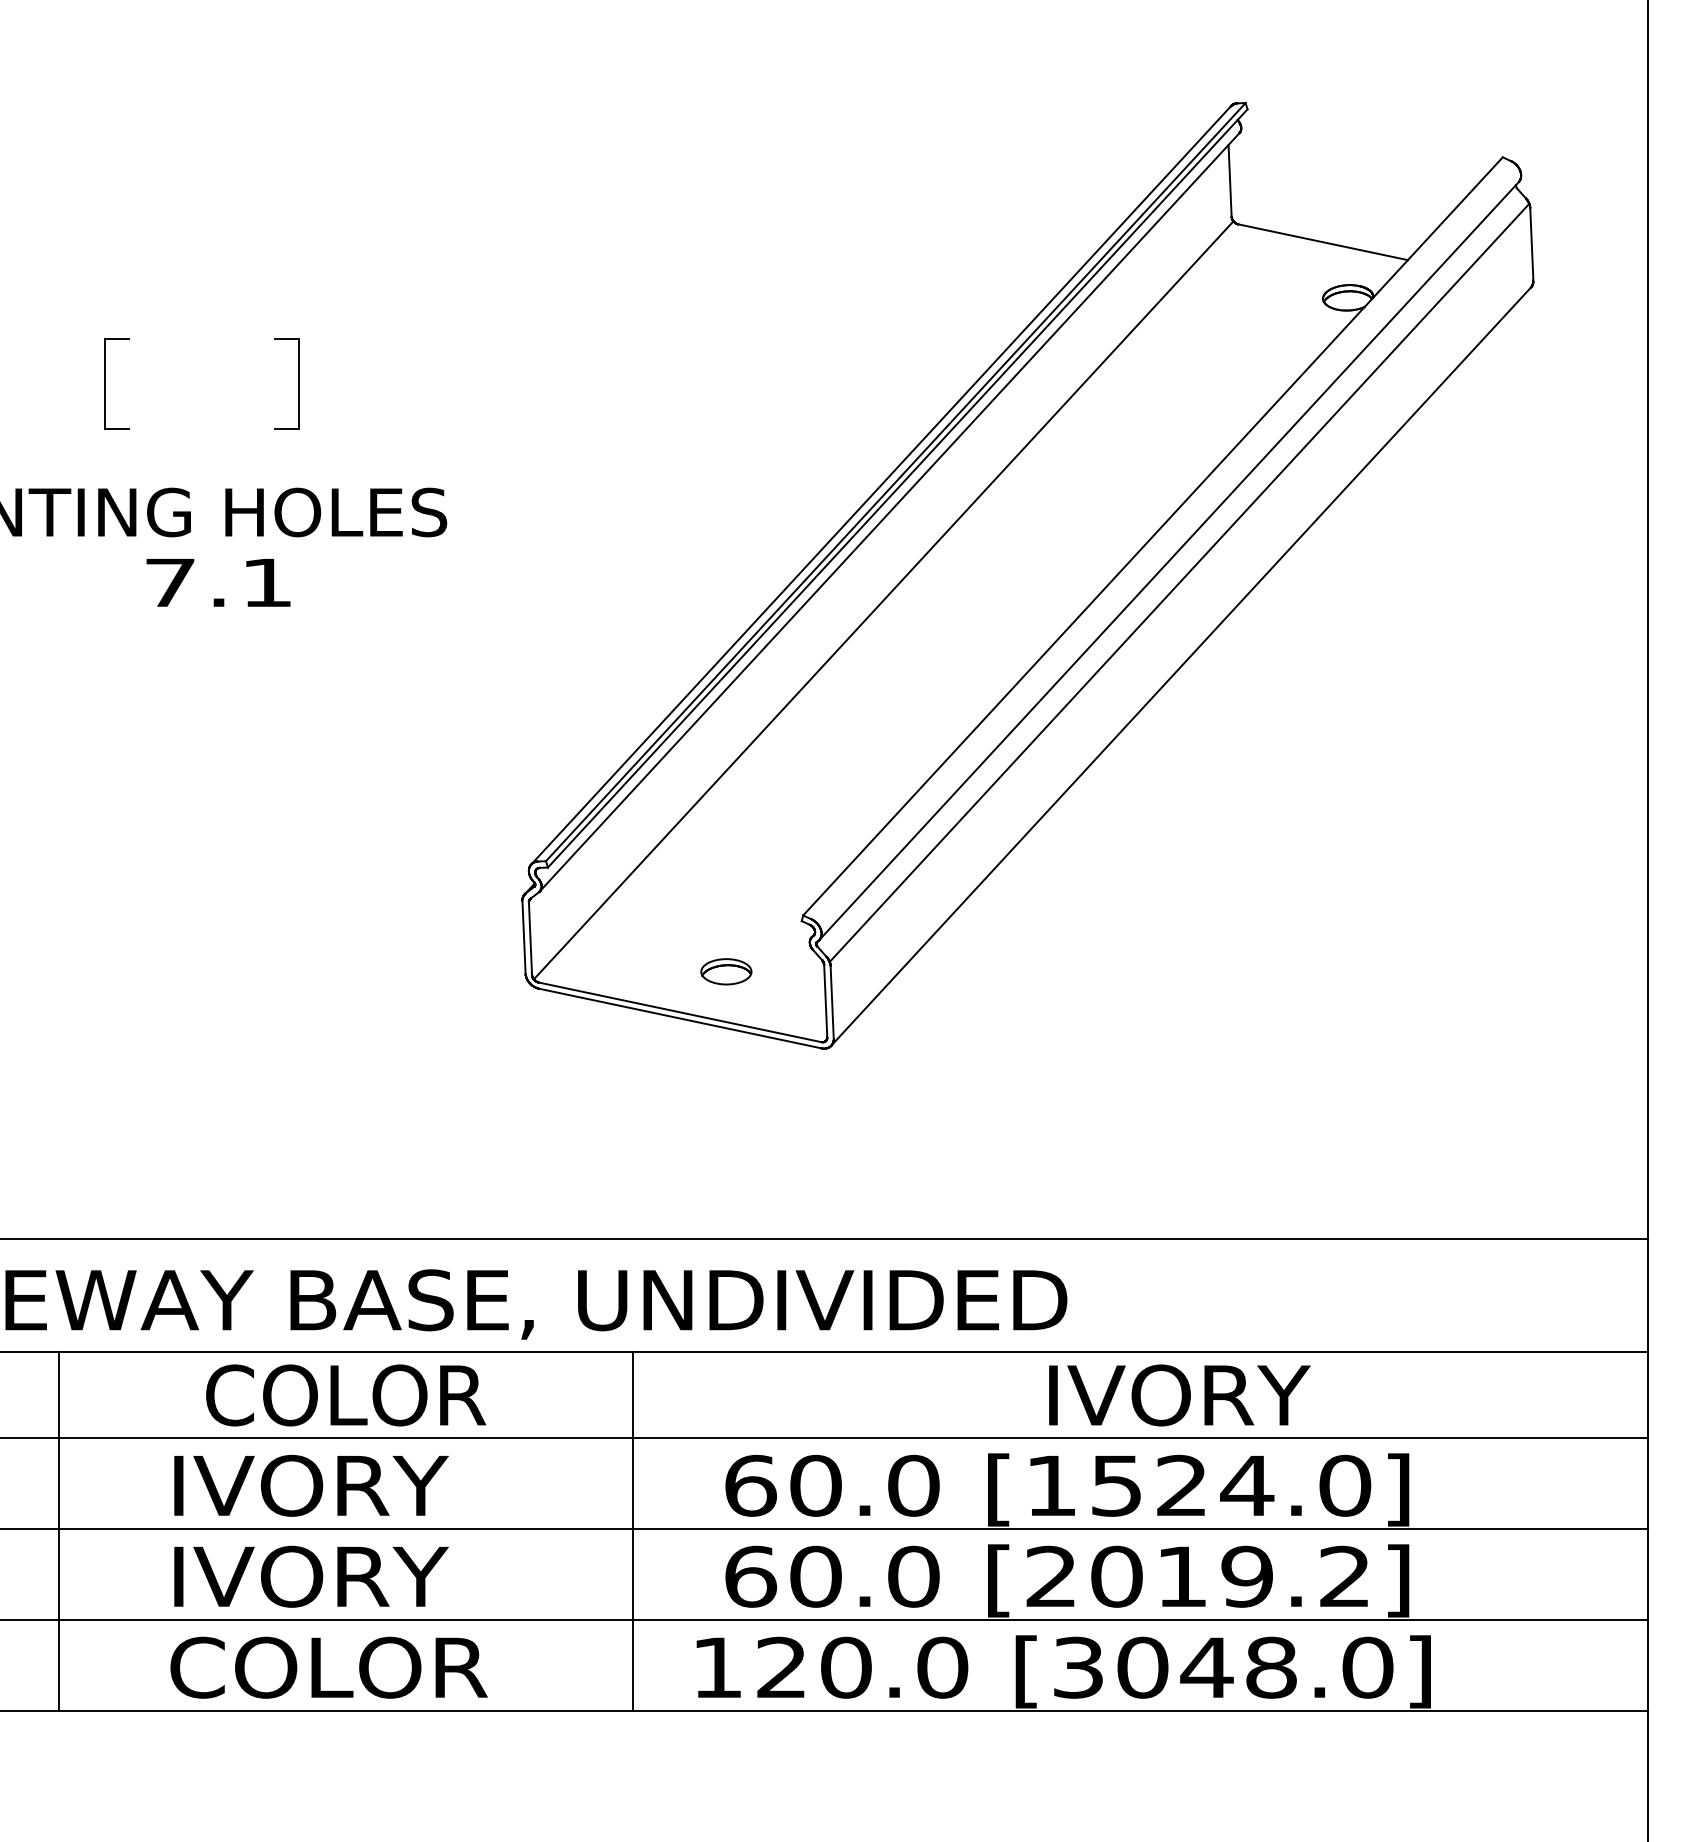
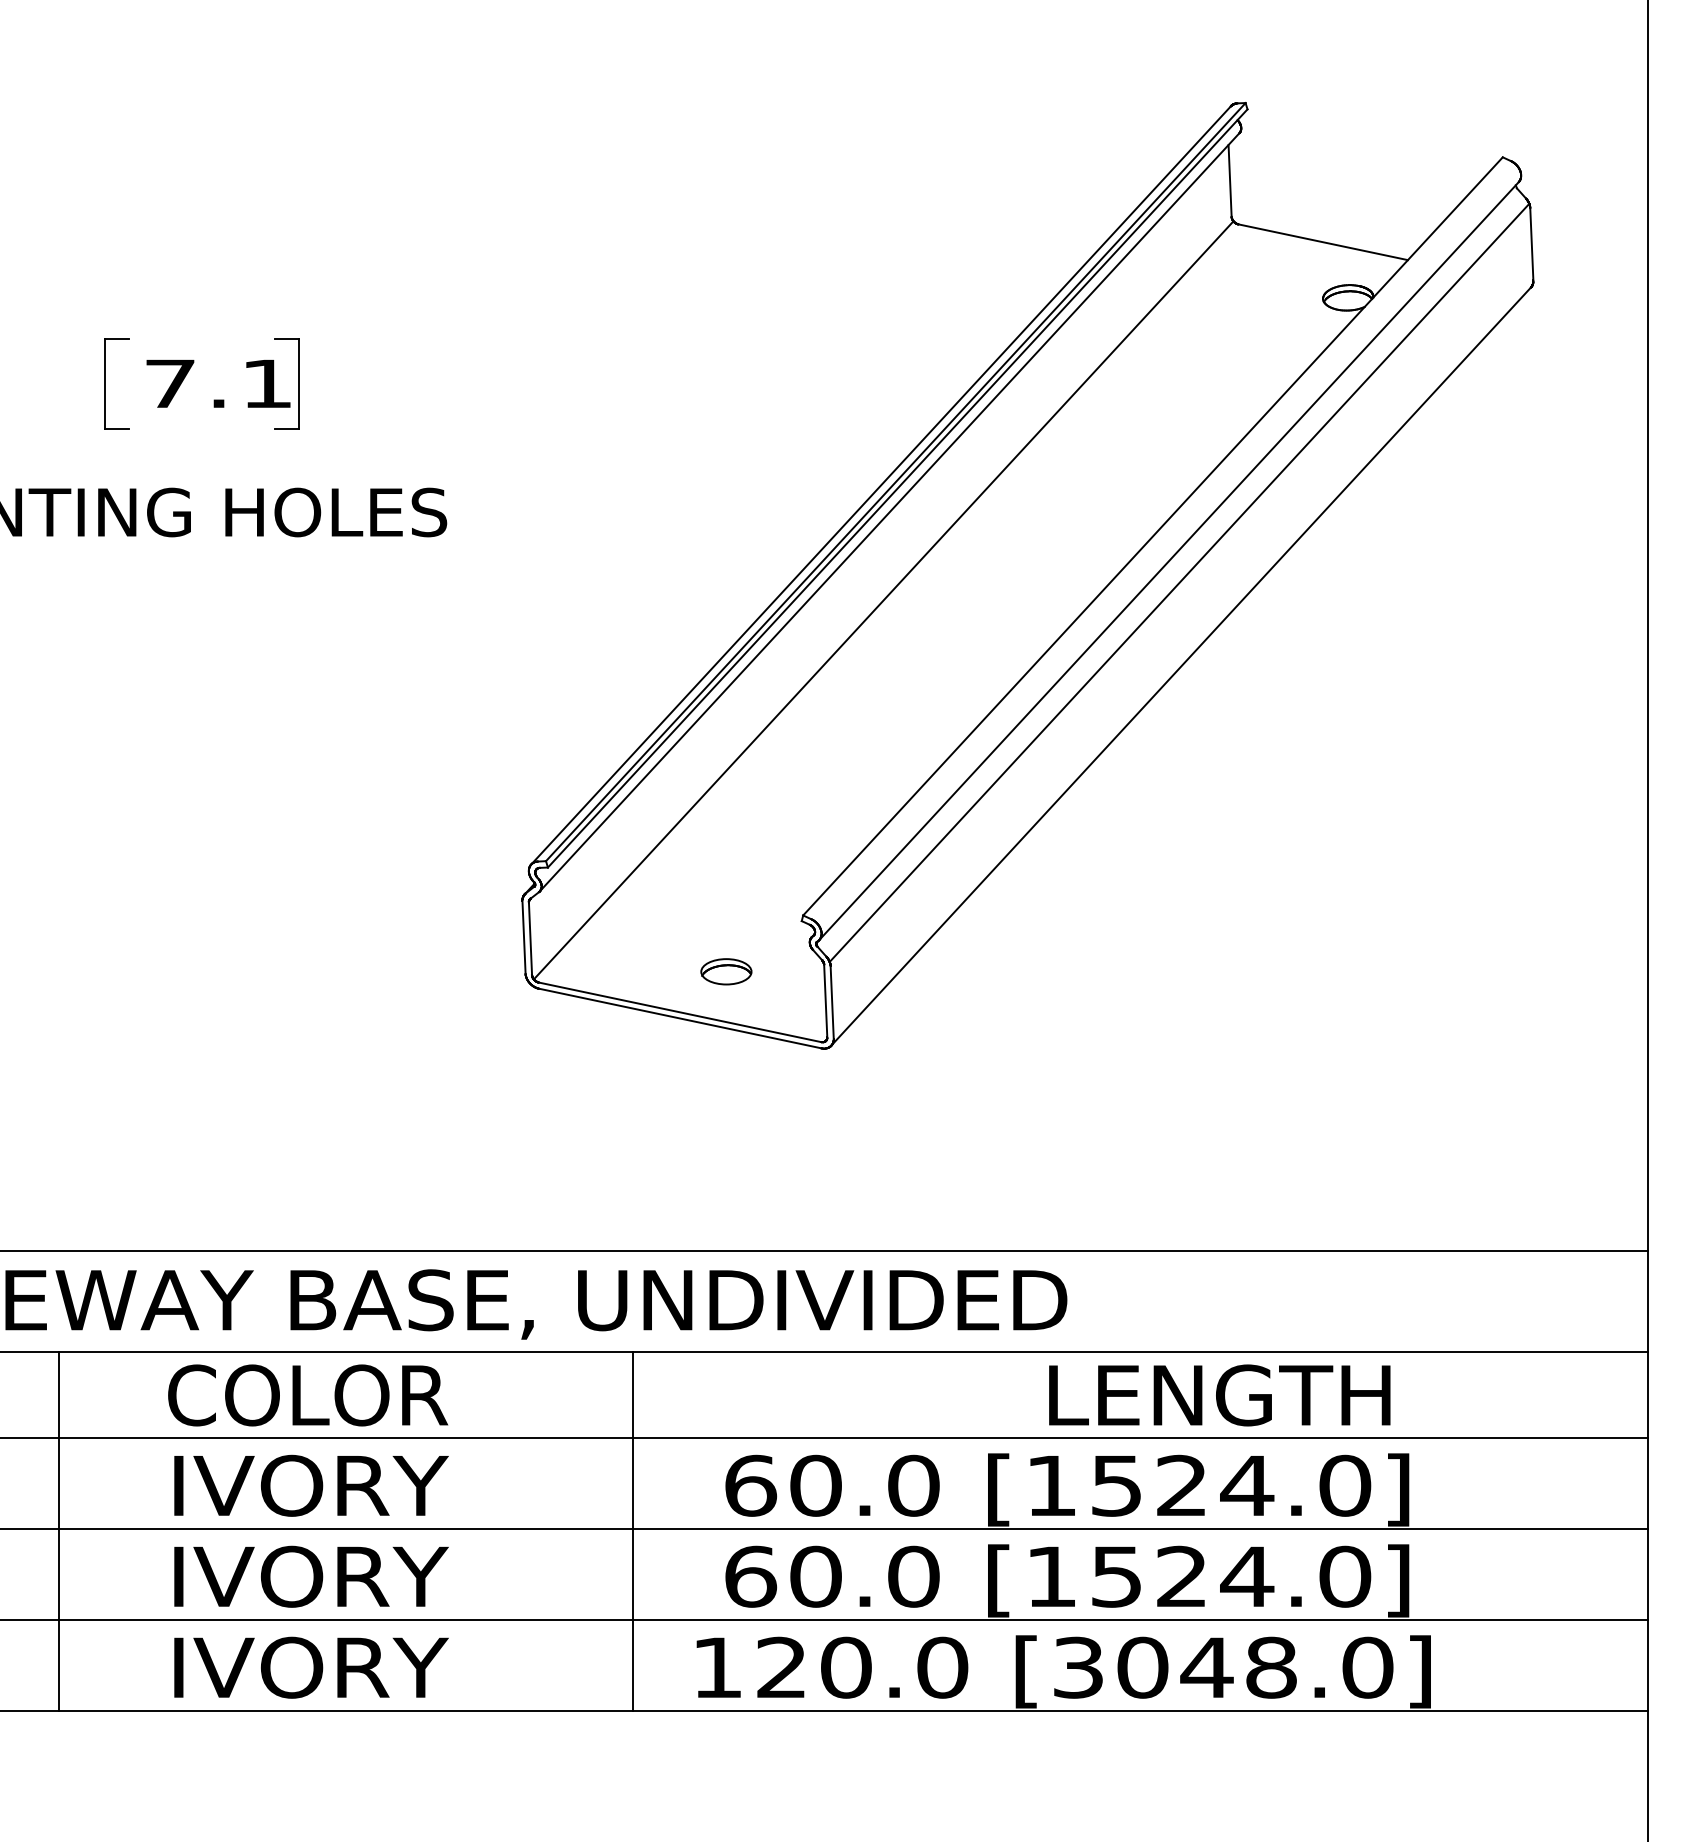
text at (218, 582) position: (218, 582) -> (218, 383)
line at (825, 1239) position: (825, 1239) -> (825, 1251)
text at (346, 1395) position: (346, 1395) -> (308, 1395)
text at (1223, 1395): IVORY -> LENGTH
text at (1198, 1576): [2019.2] -> [1524.0]
text at (328, 1667): COLOR -> IVORY
